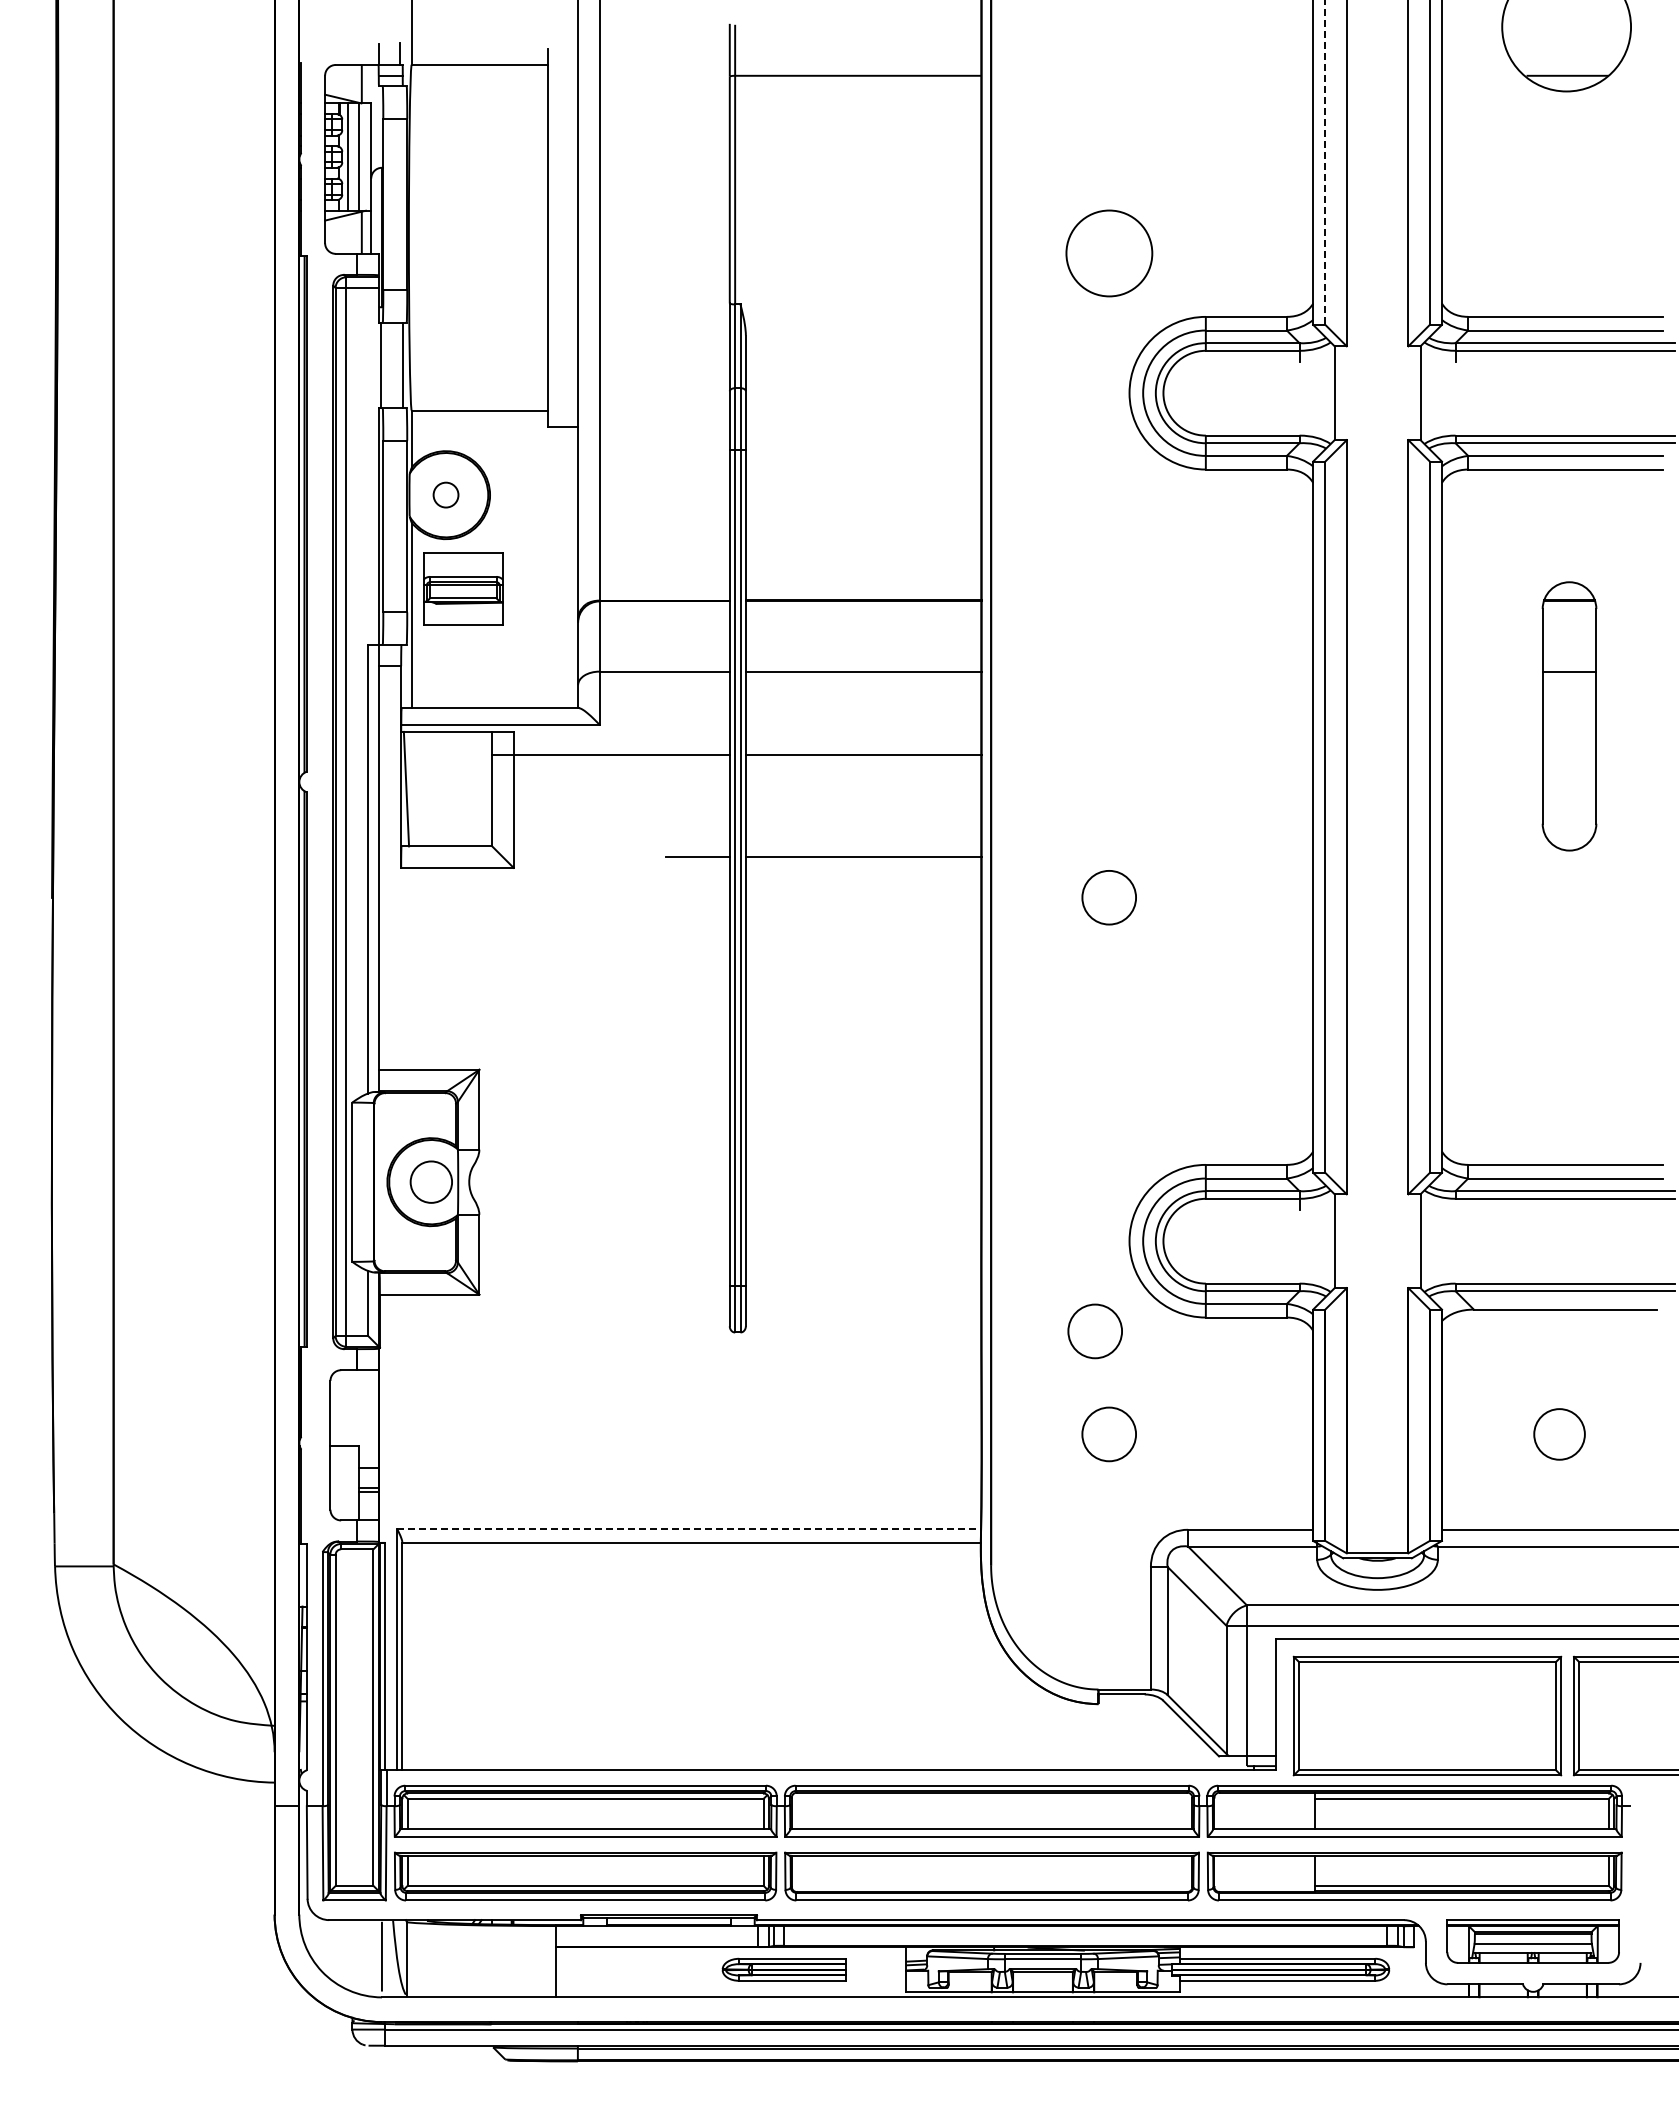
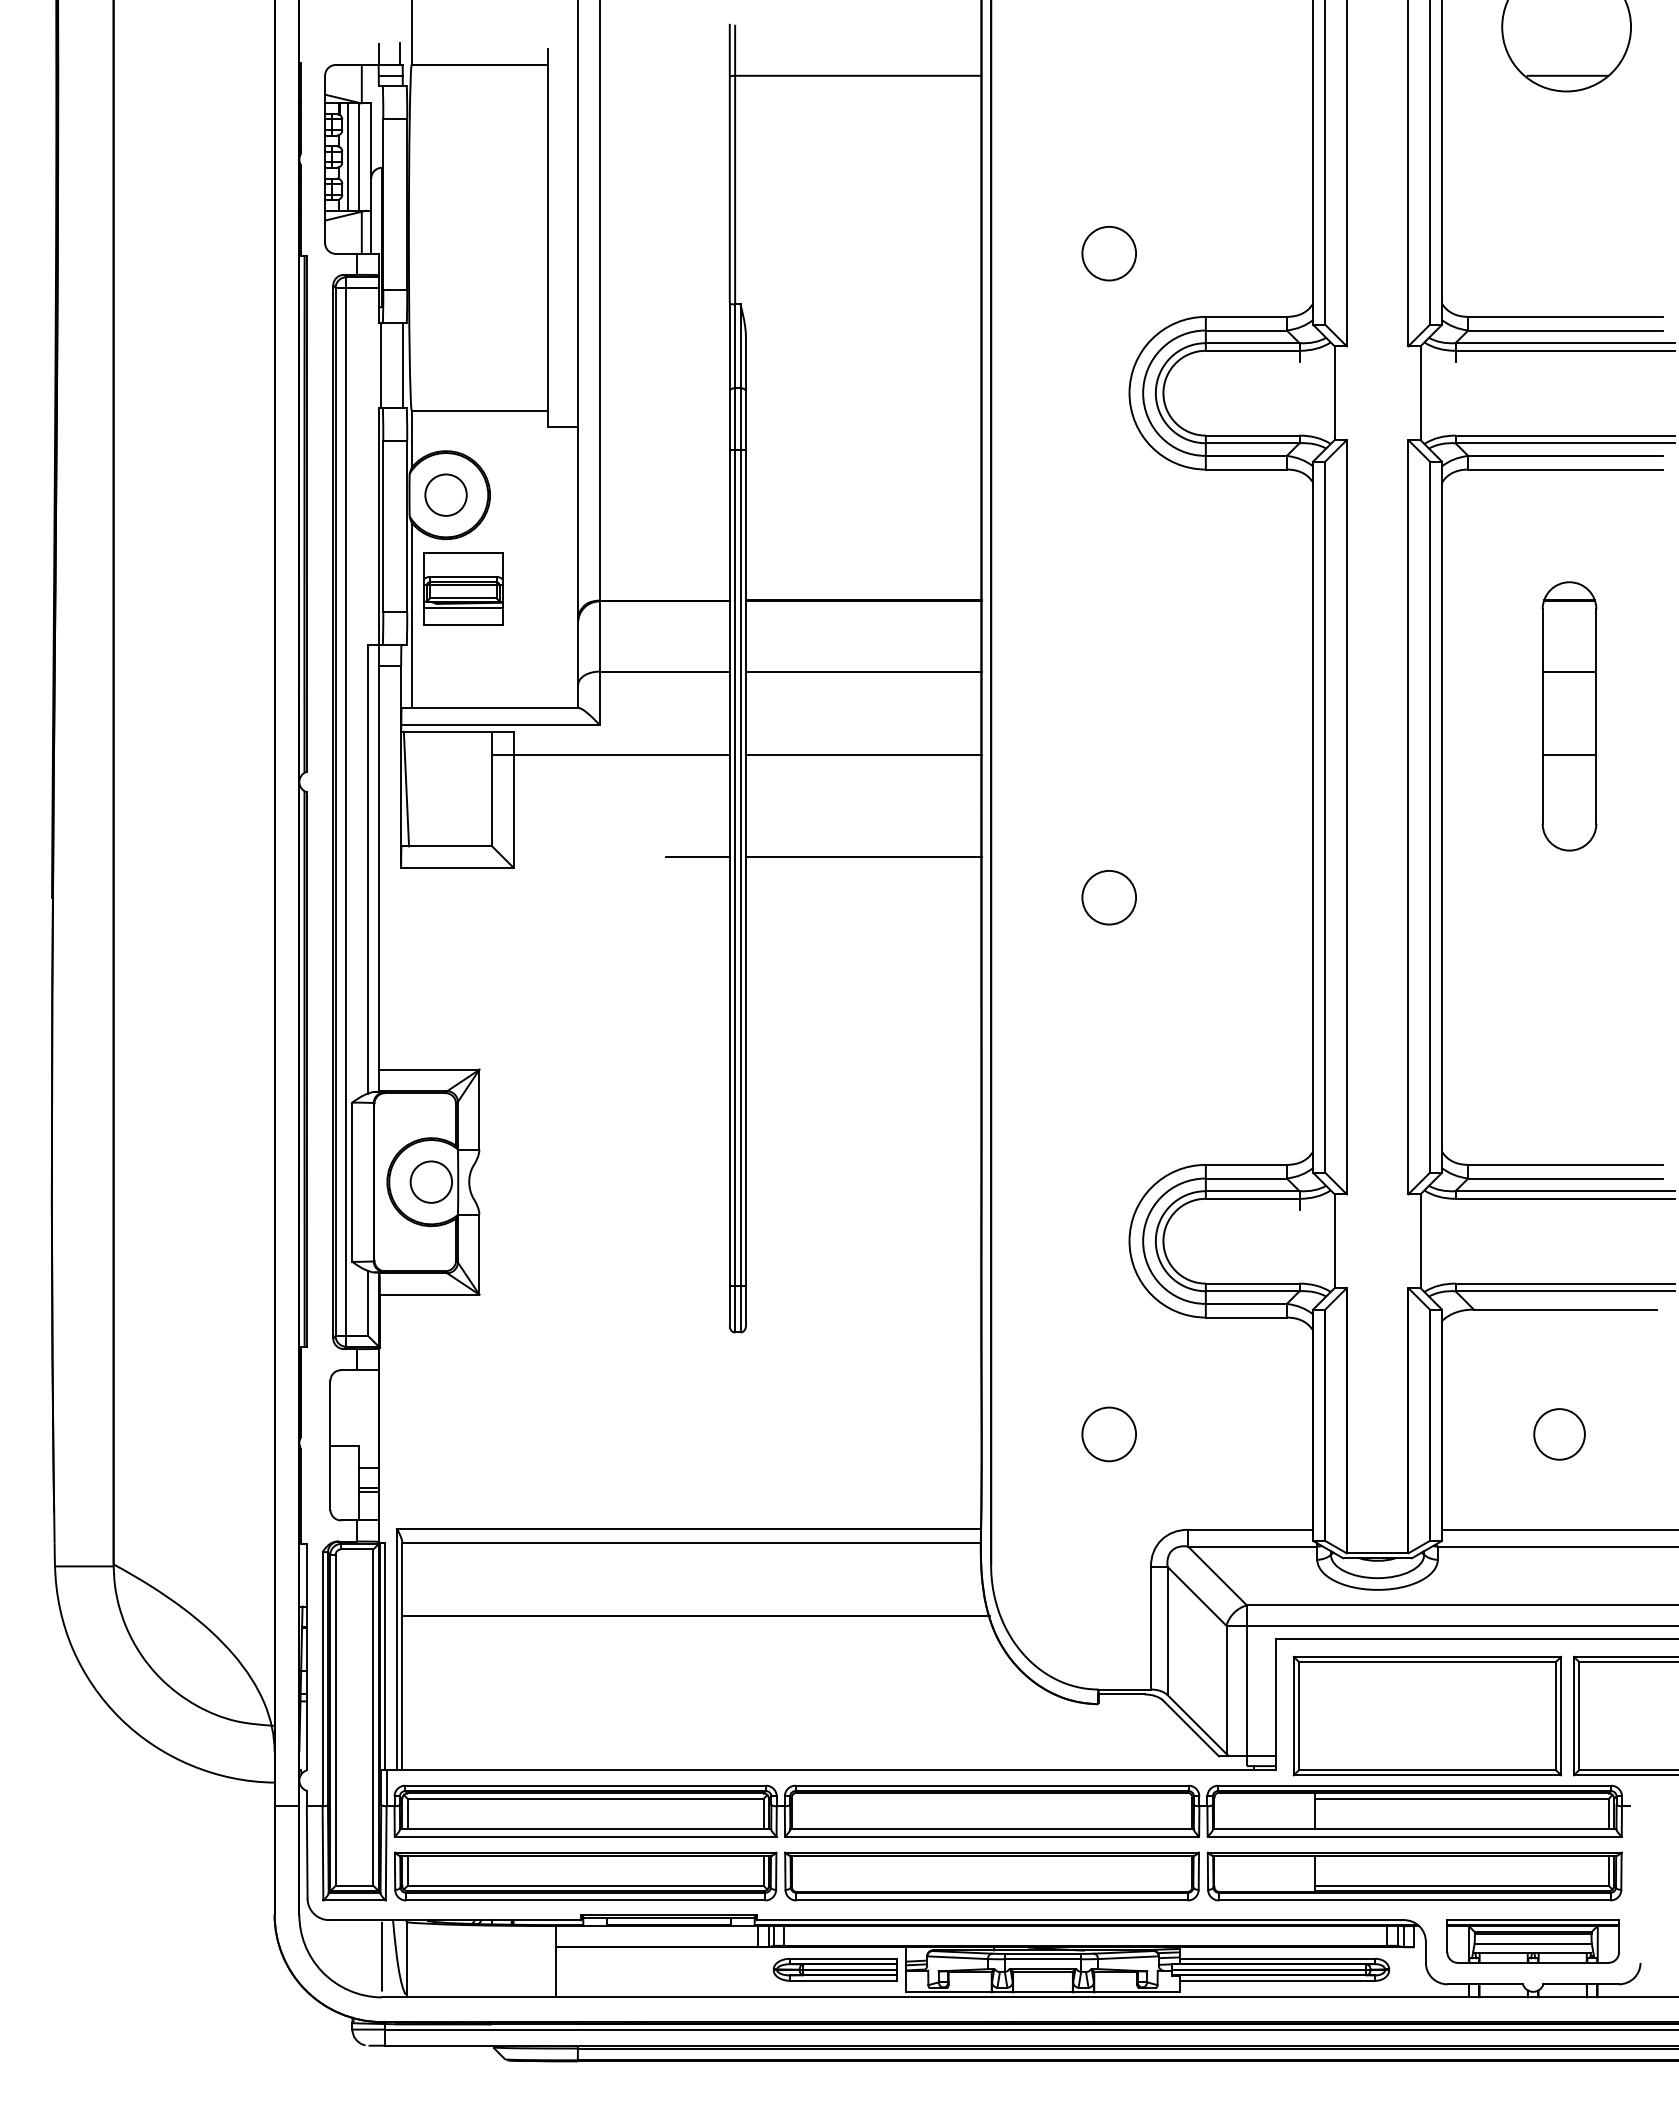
line at (1325, 162): dashed -> solid
circle at (1109, 253) size: 89x89 px -> 56x56 px
circle at (445, 494) size: 28x28 px -> 44x44 px
line at (462, 608): none -> present
line at (1569, 755): none -> present
circle at (1094, 1331): present -> none
line at (689, 1528): dashed -> solid
line at (695, 1615): none -> present
part at (783, 1969) position: (783, 1969) -> (834, 1969)
